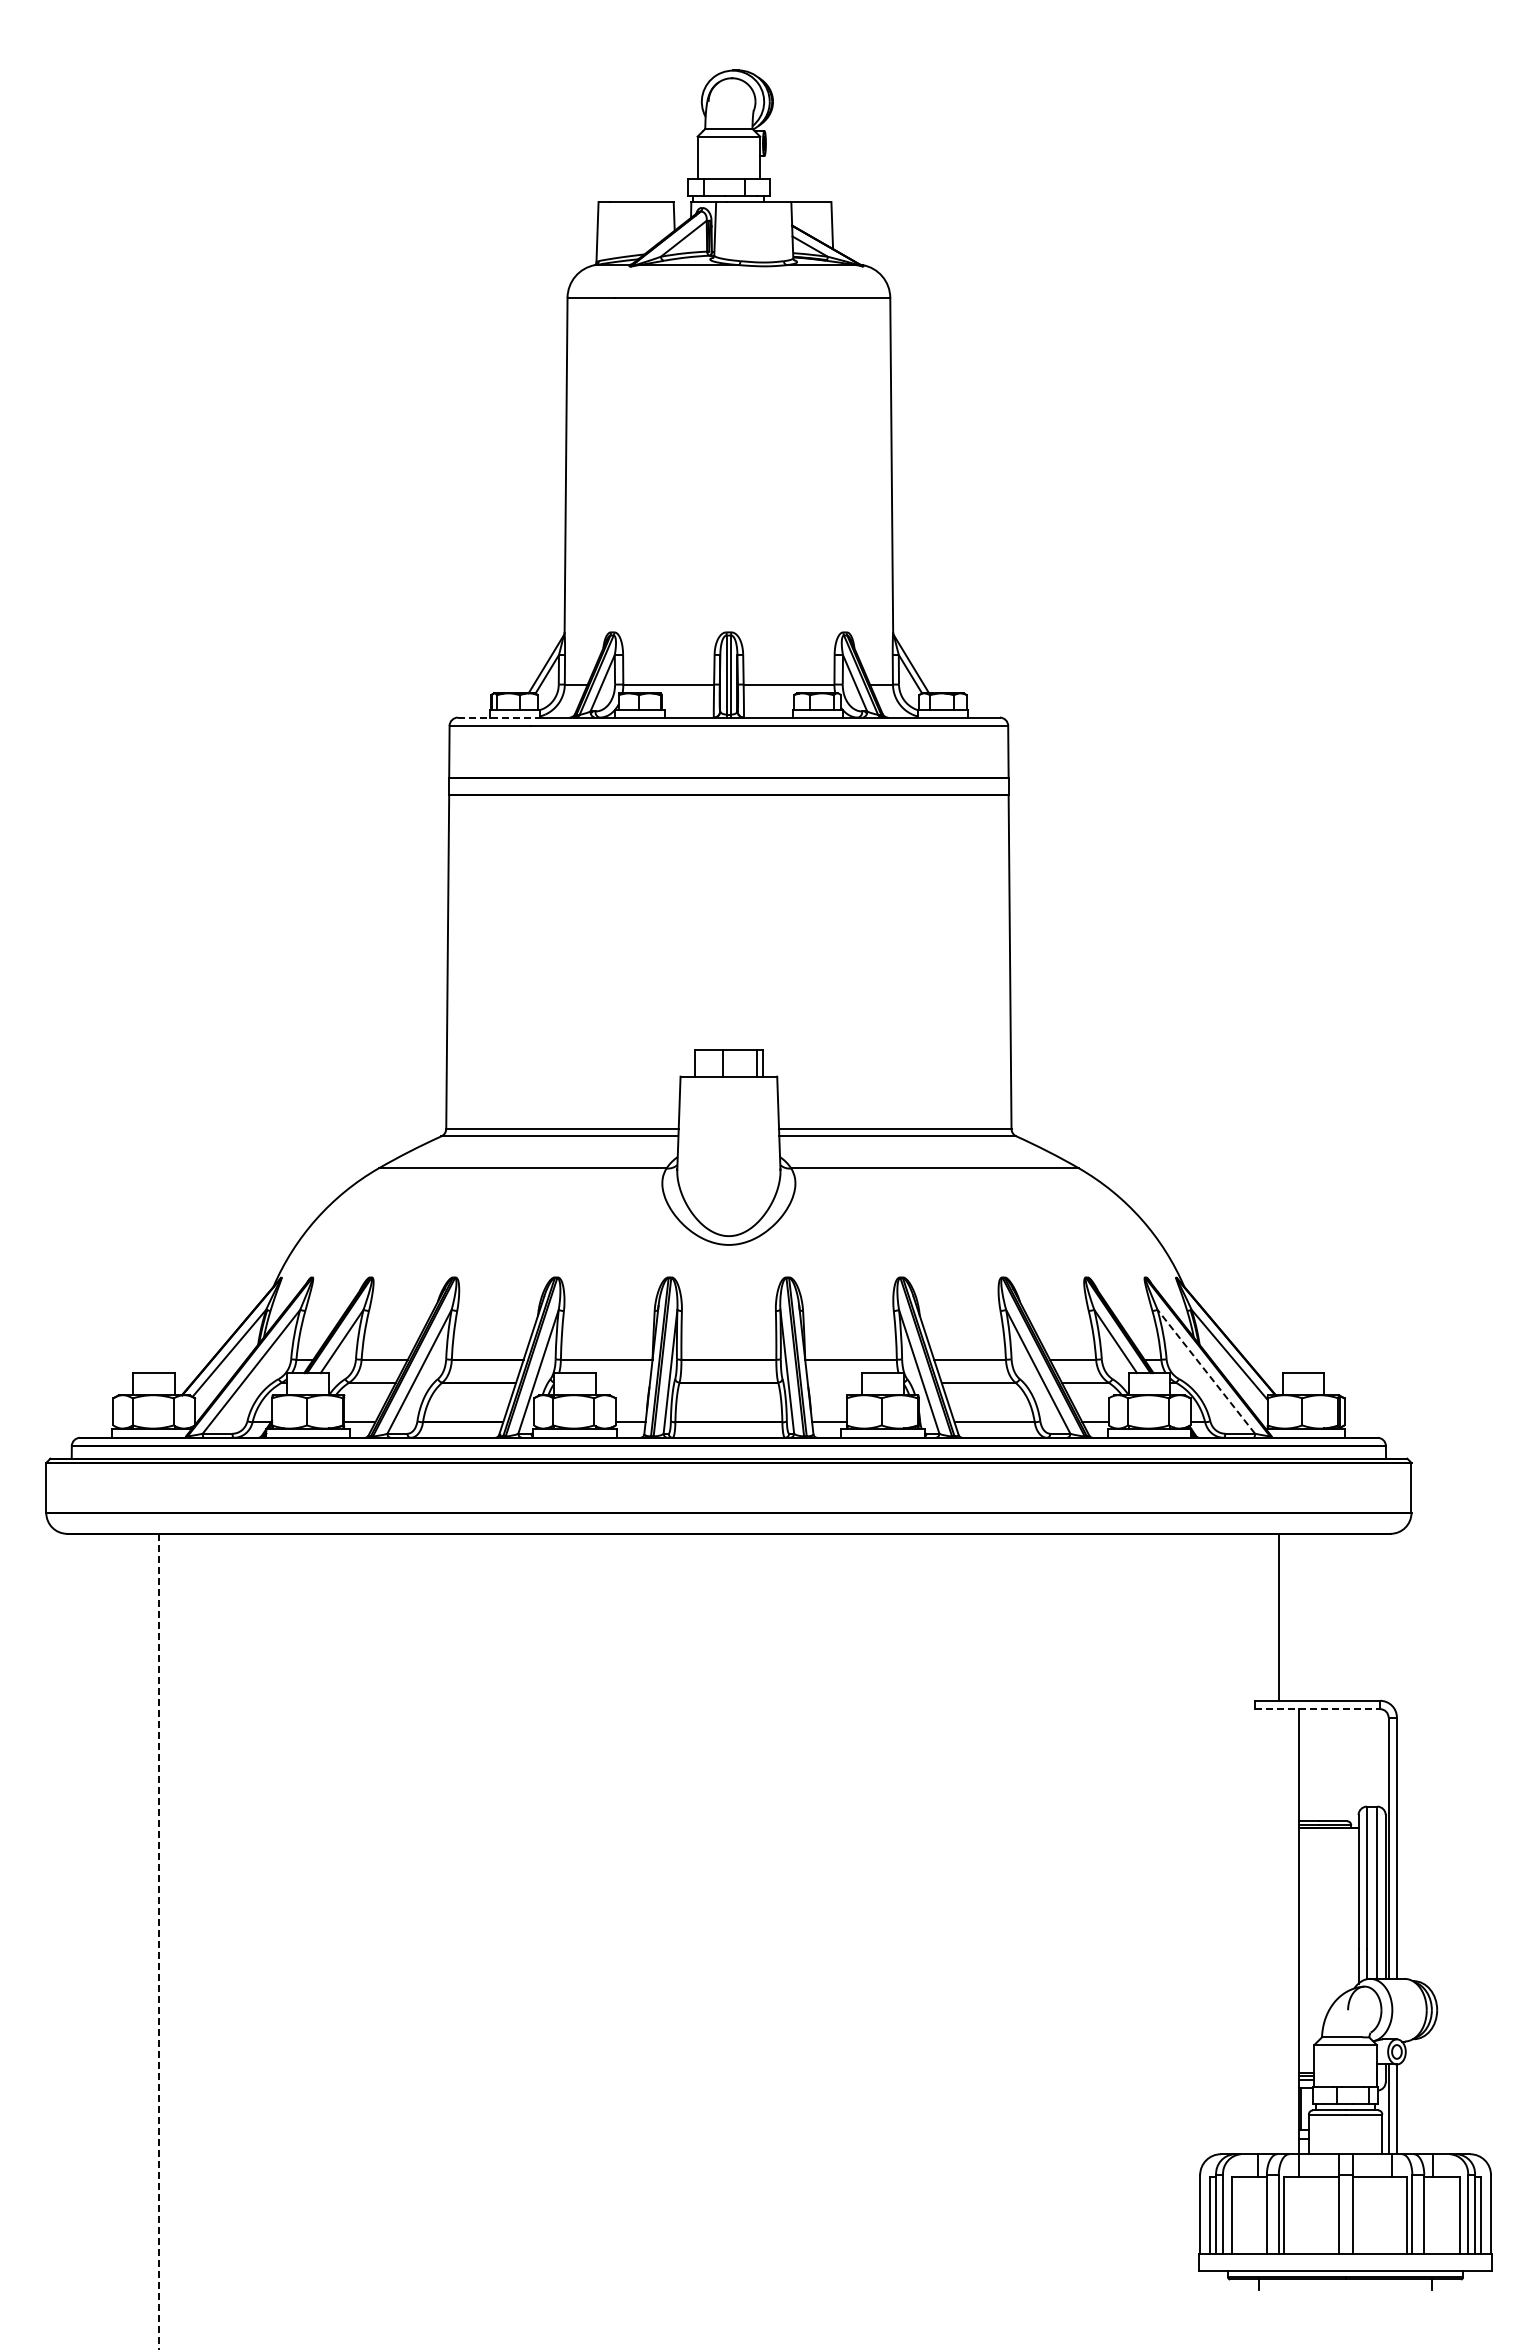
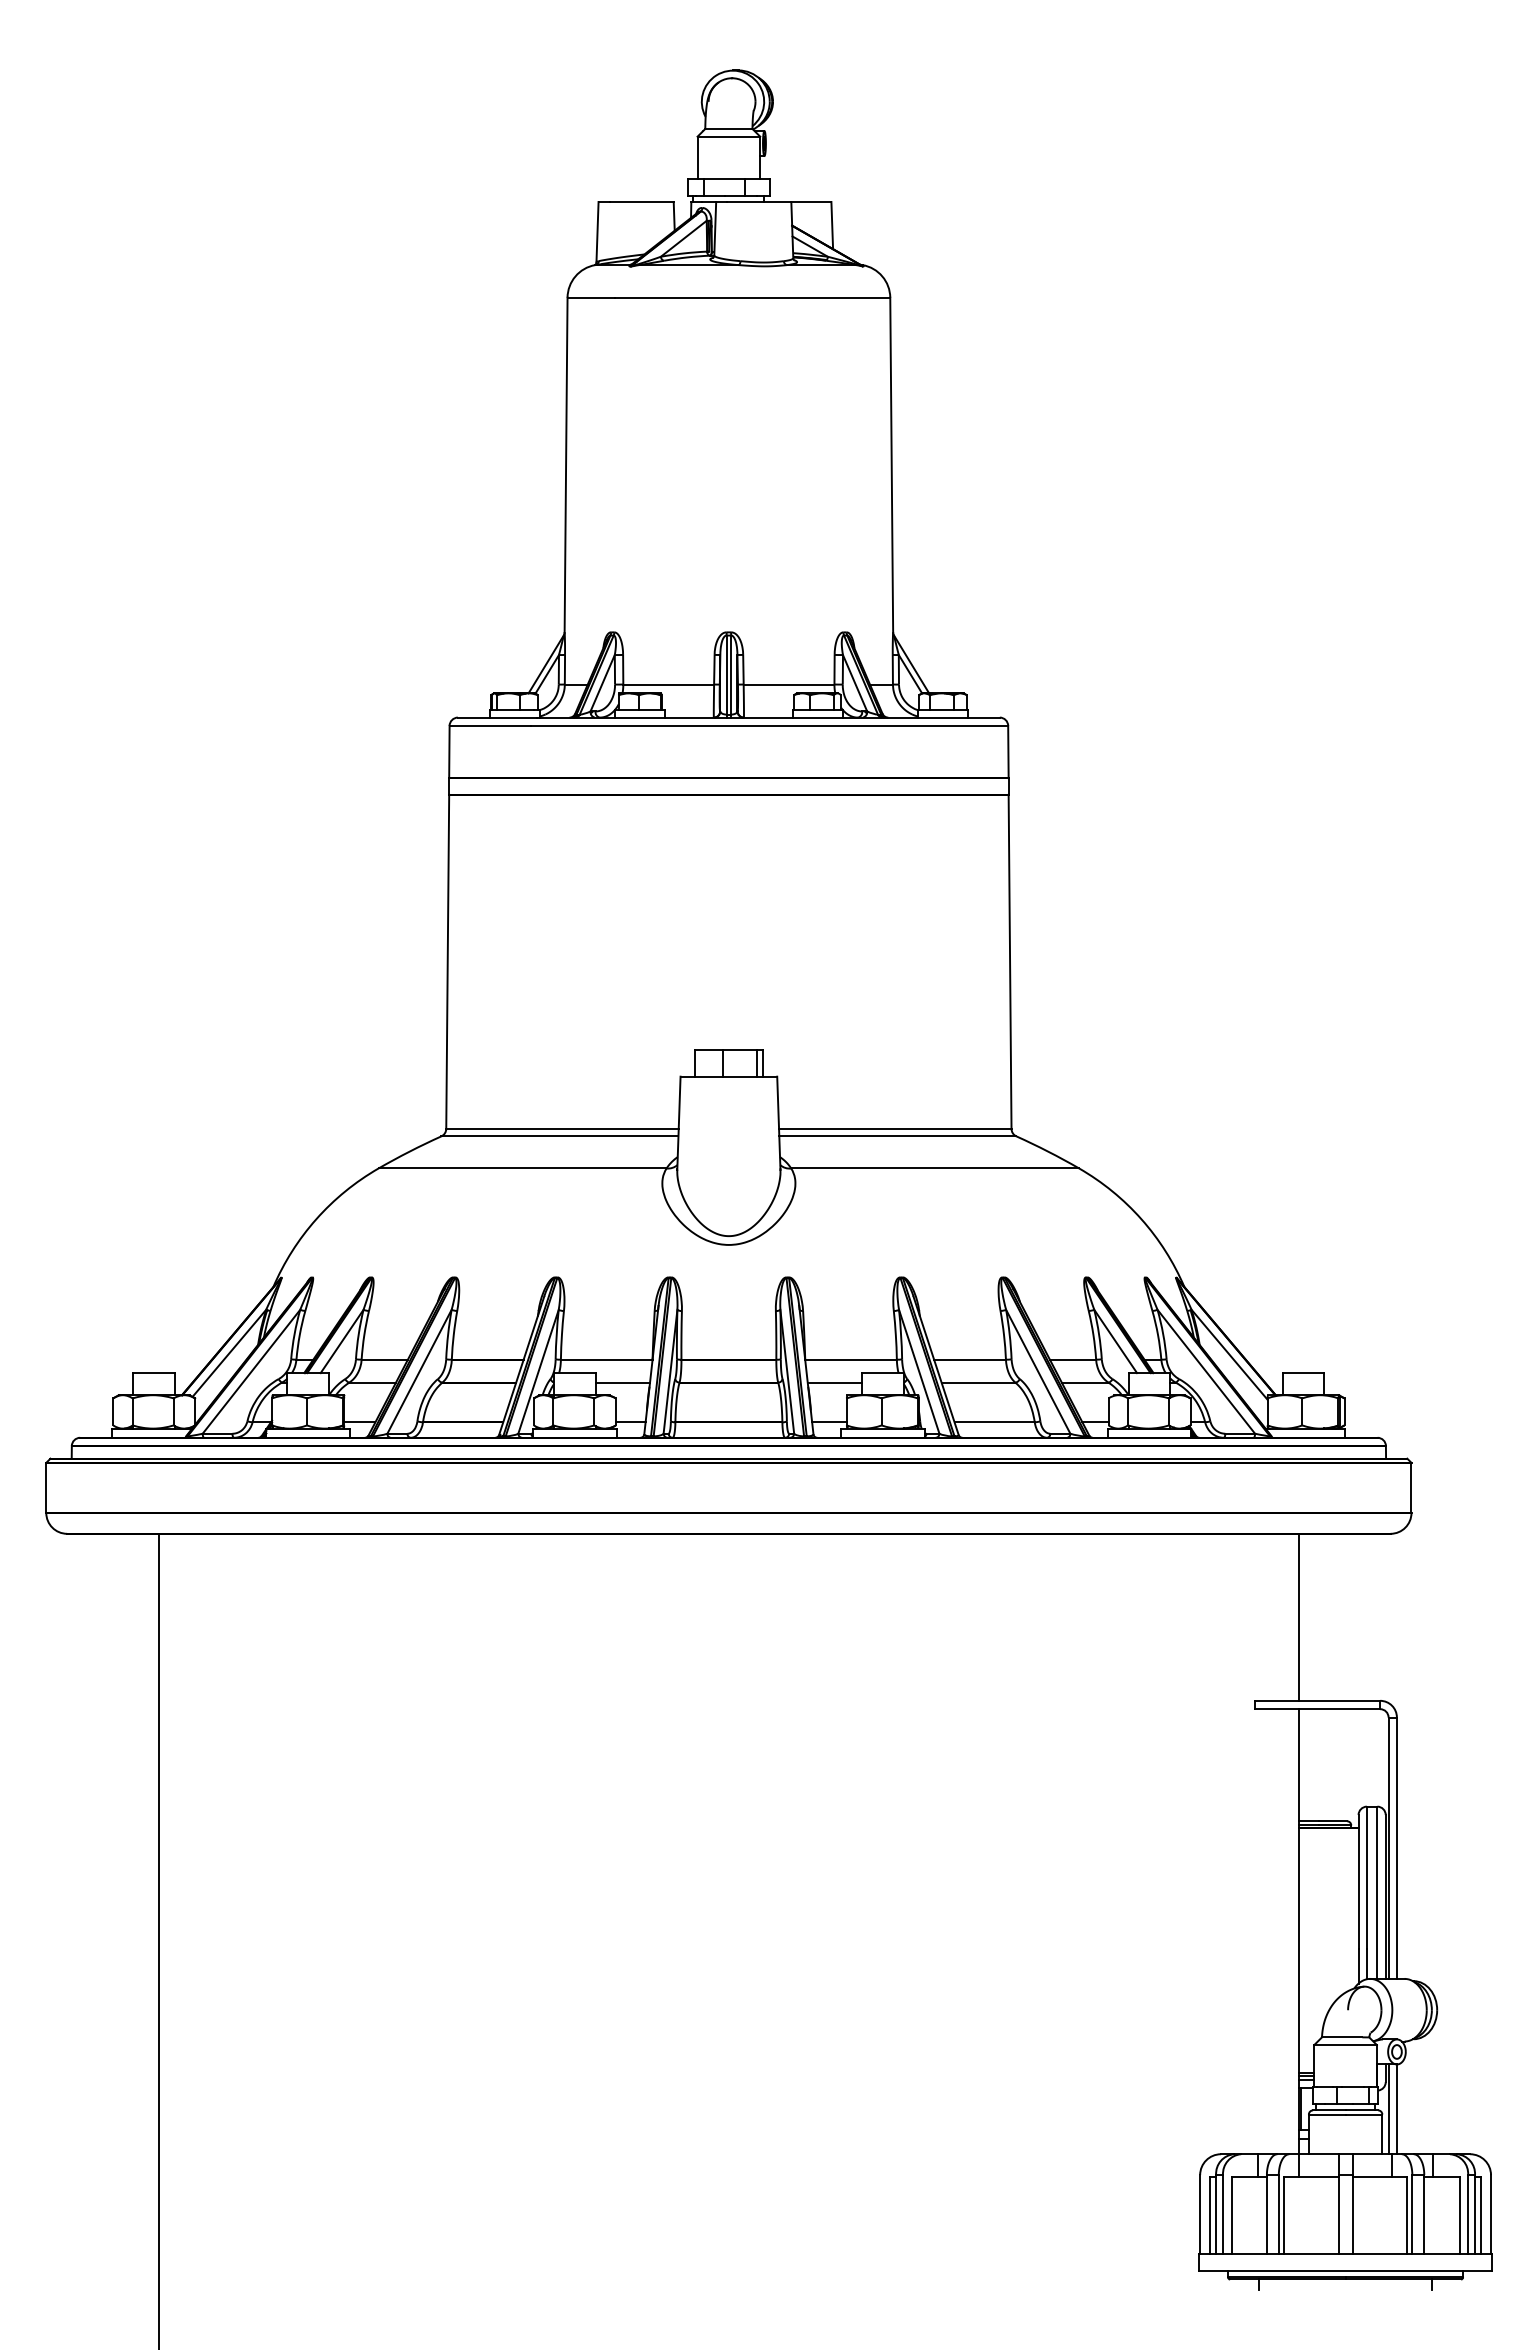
line at (497, 717): dashed -> solid
line at (1206, 1371): dashed -> solid
line at (622, 1382): none -> present
line at (834, 1382): none -> present
line at (1278, 1616) position: (1278, 1616) -> (1298, 1616)
line at (1317, 1709): dashed -> solid
line at (159, 1941): dashed -> solid
